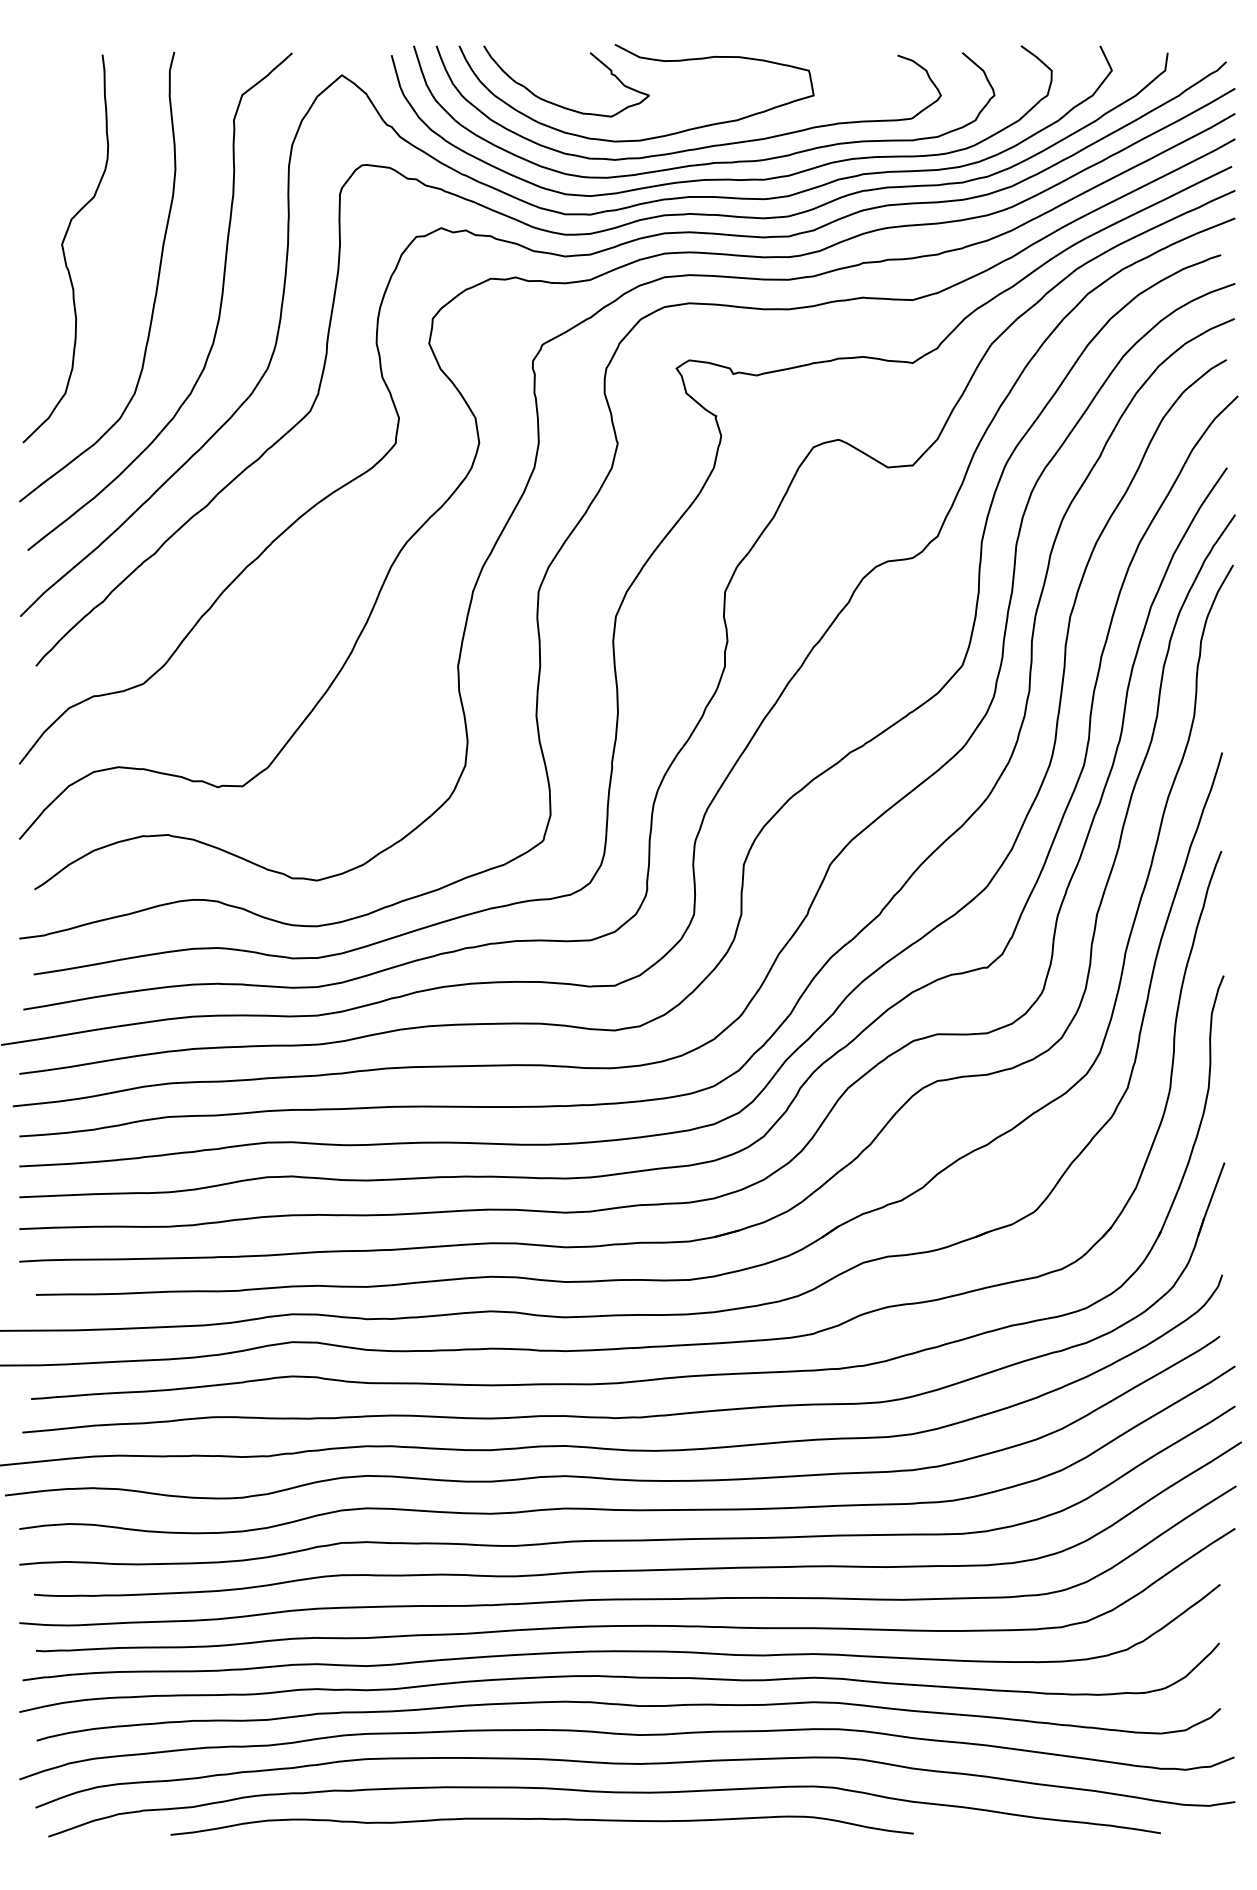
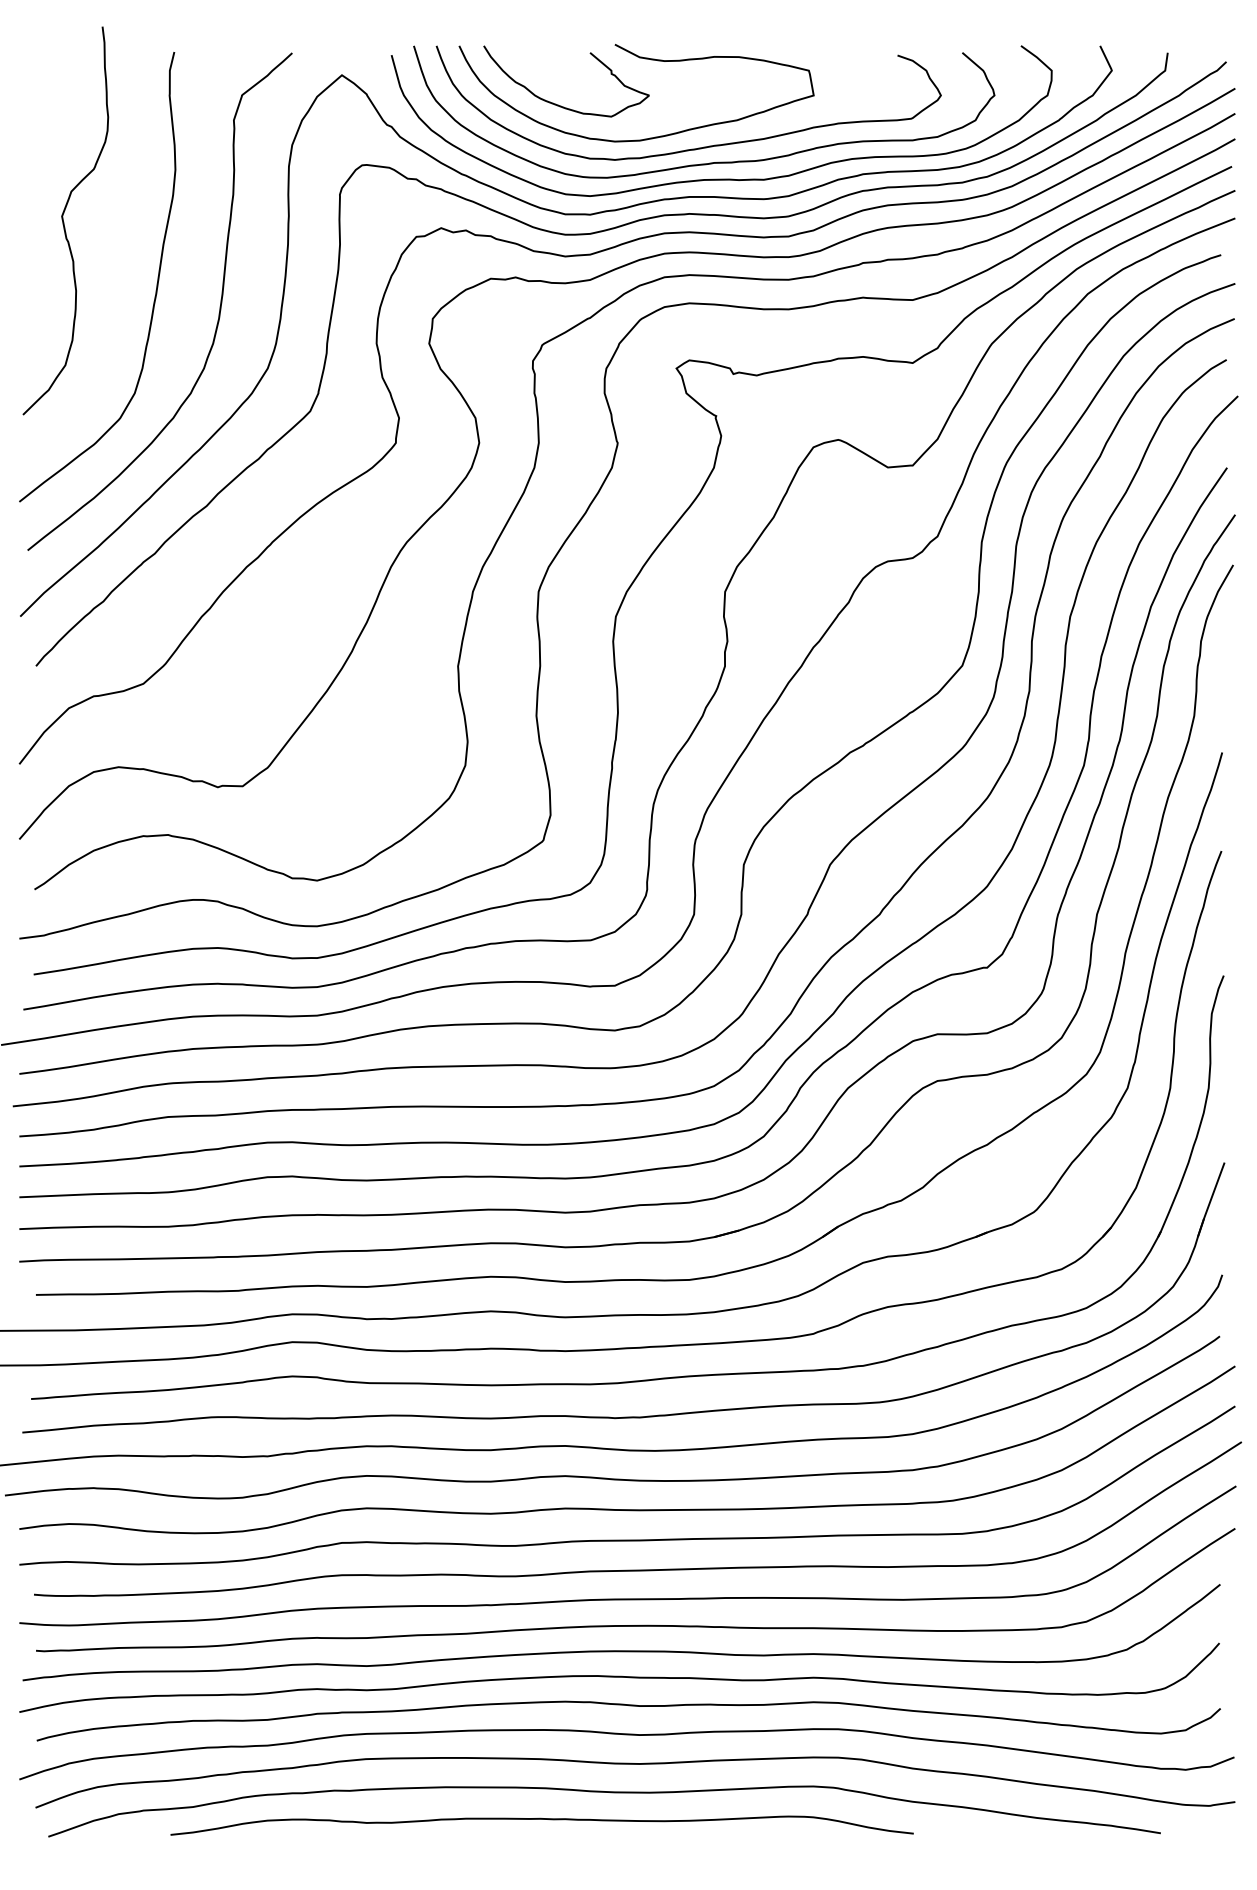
curve at (63, 248) position: (63, 248) -> (63, 220)
